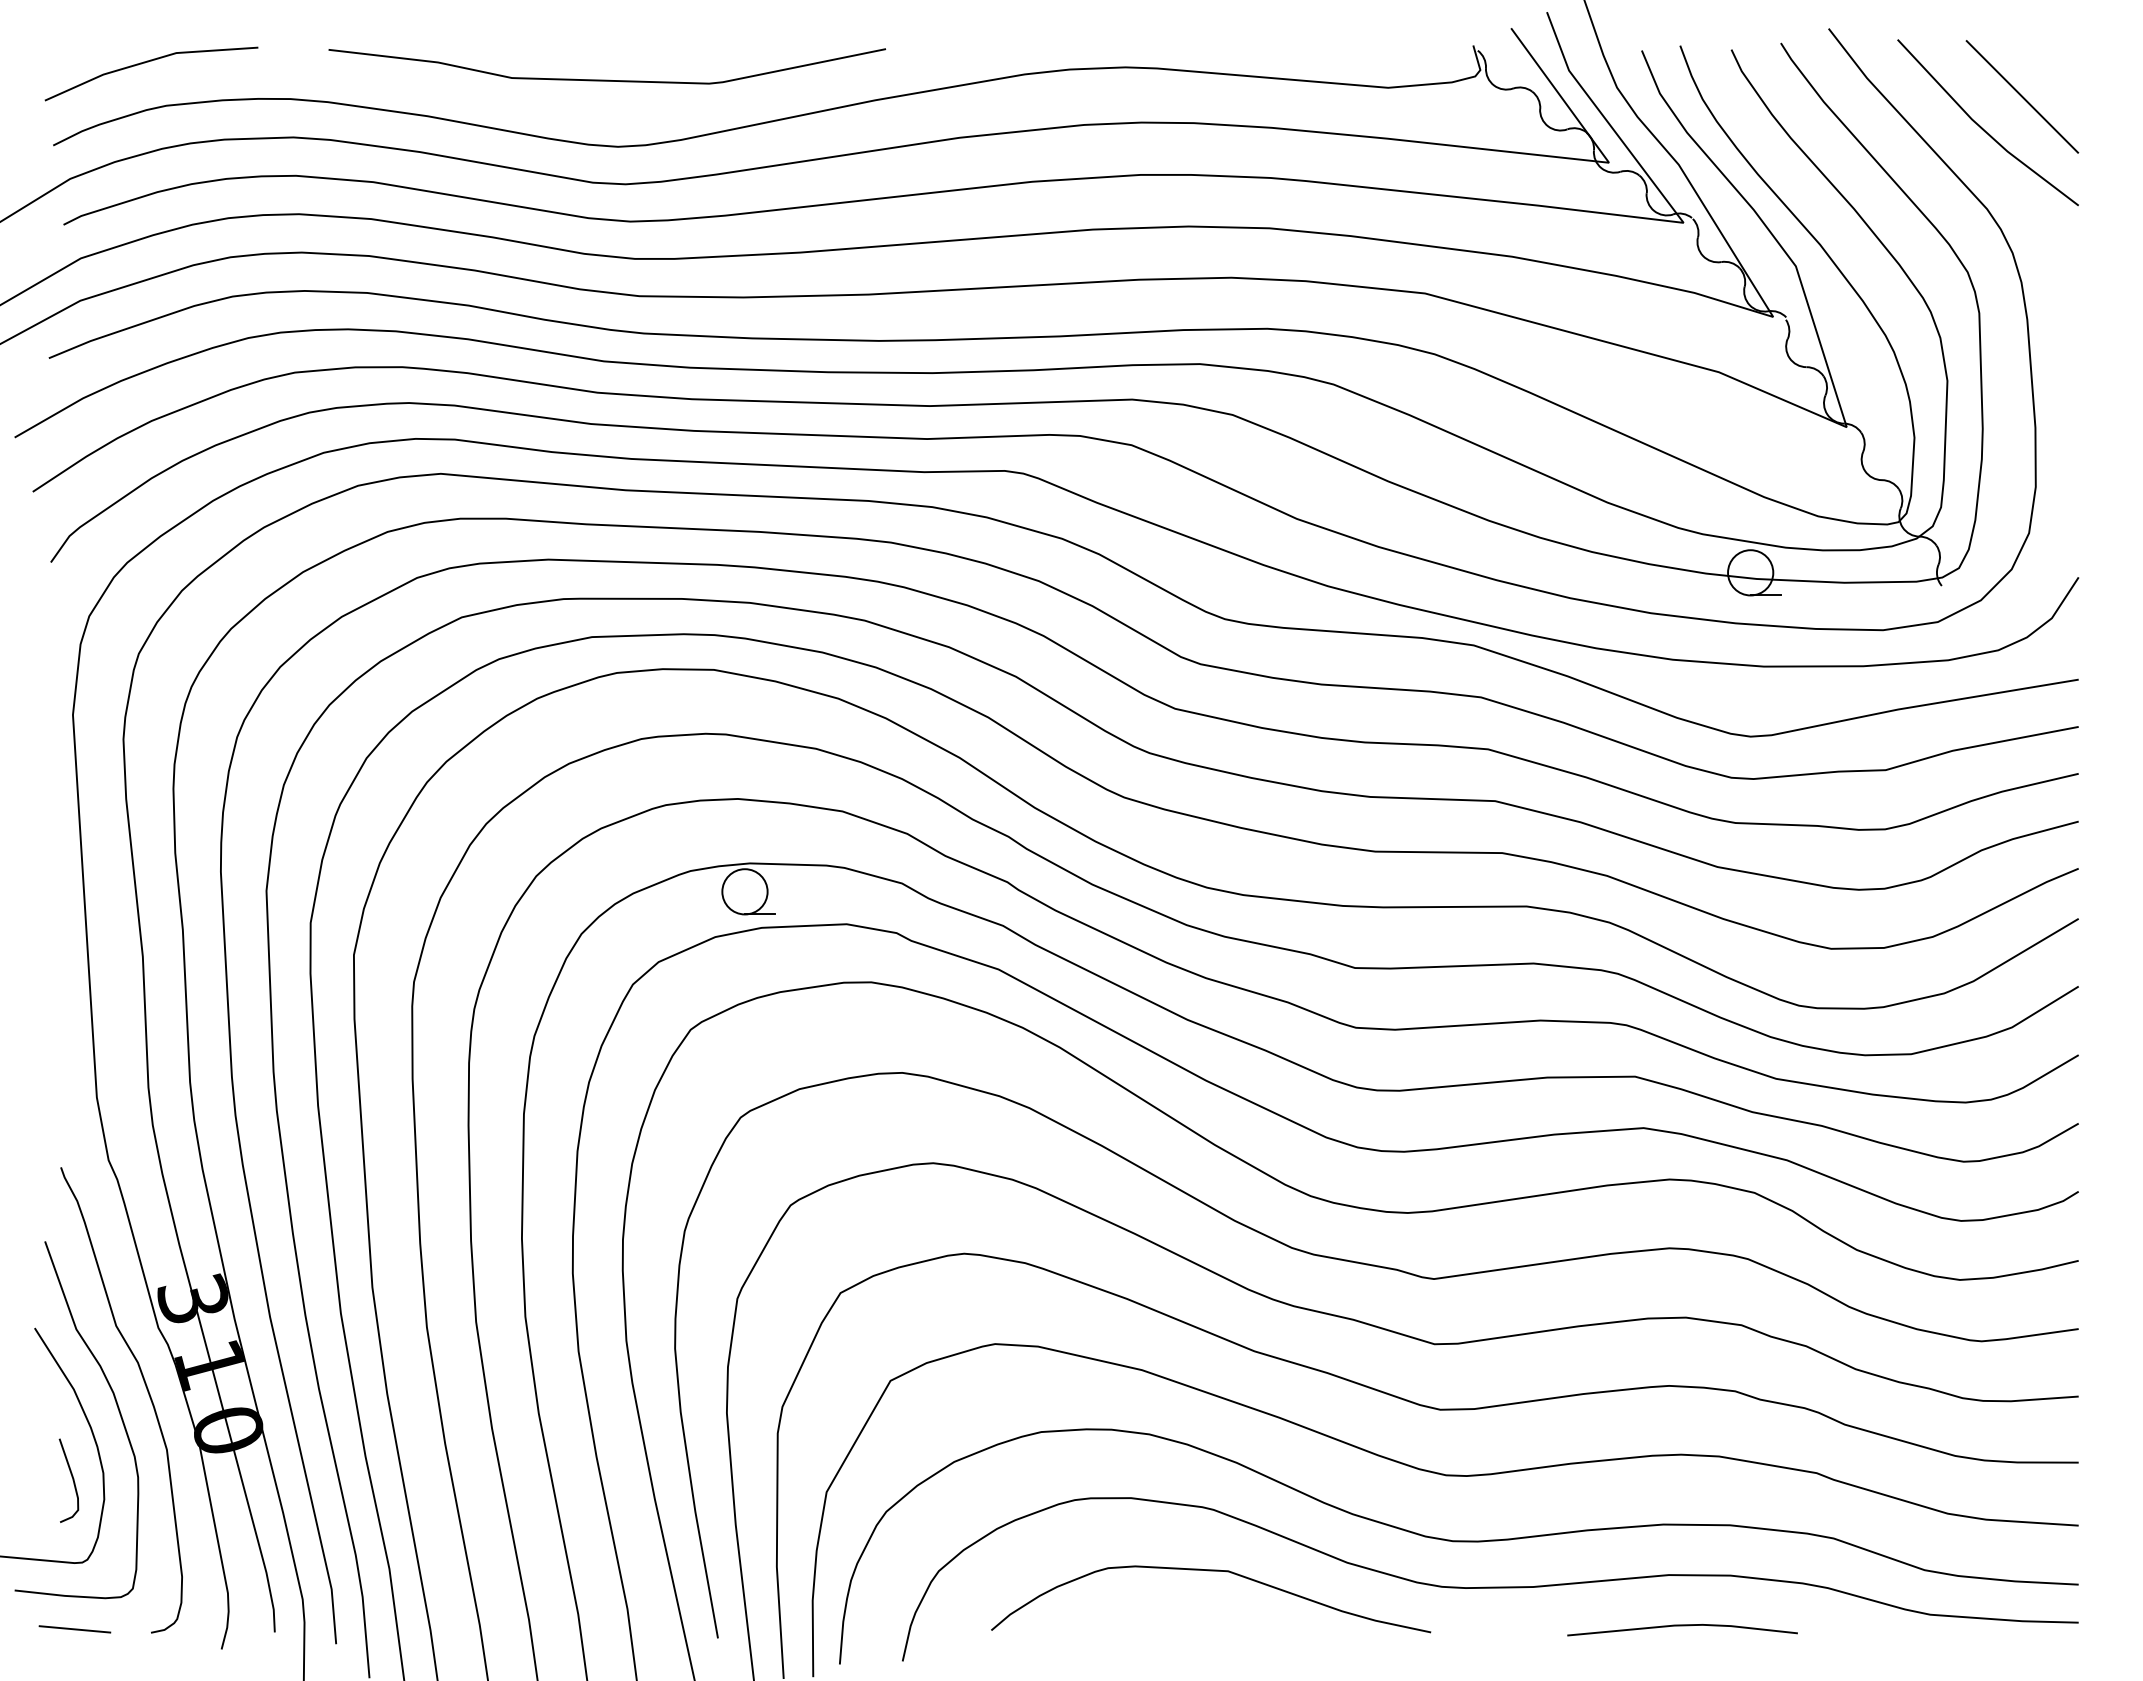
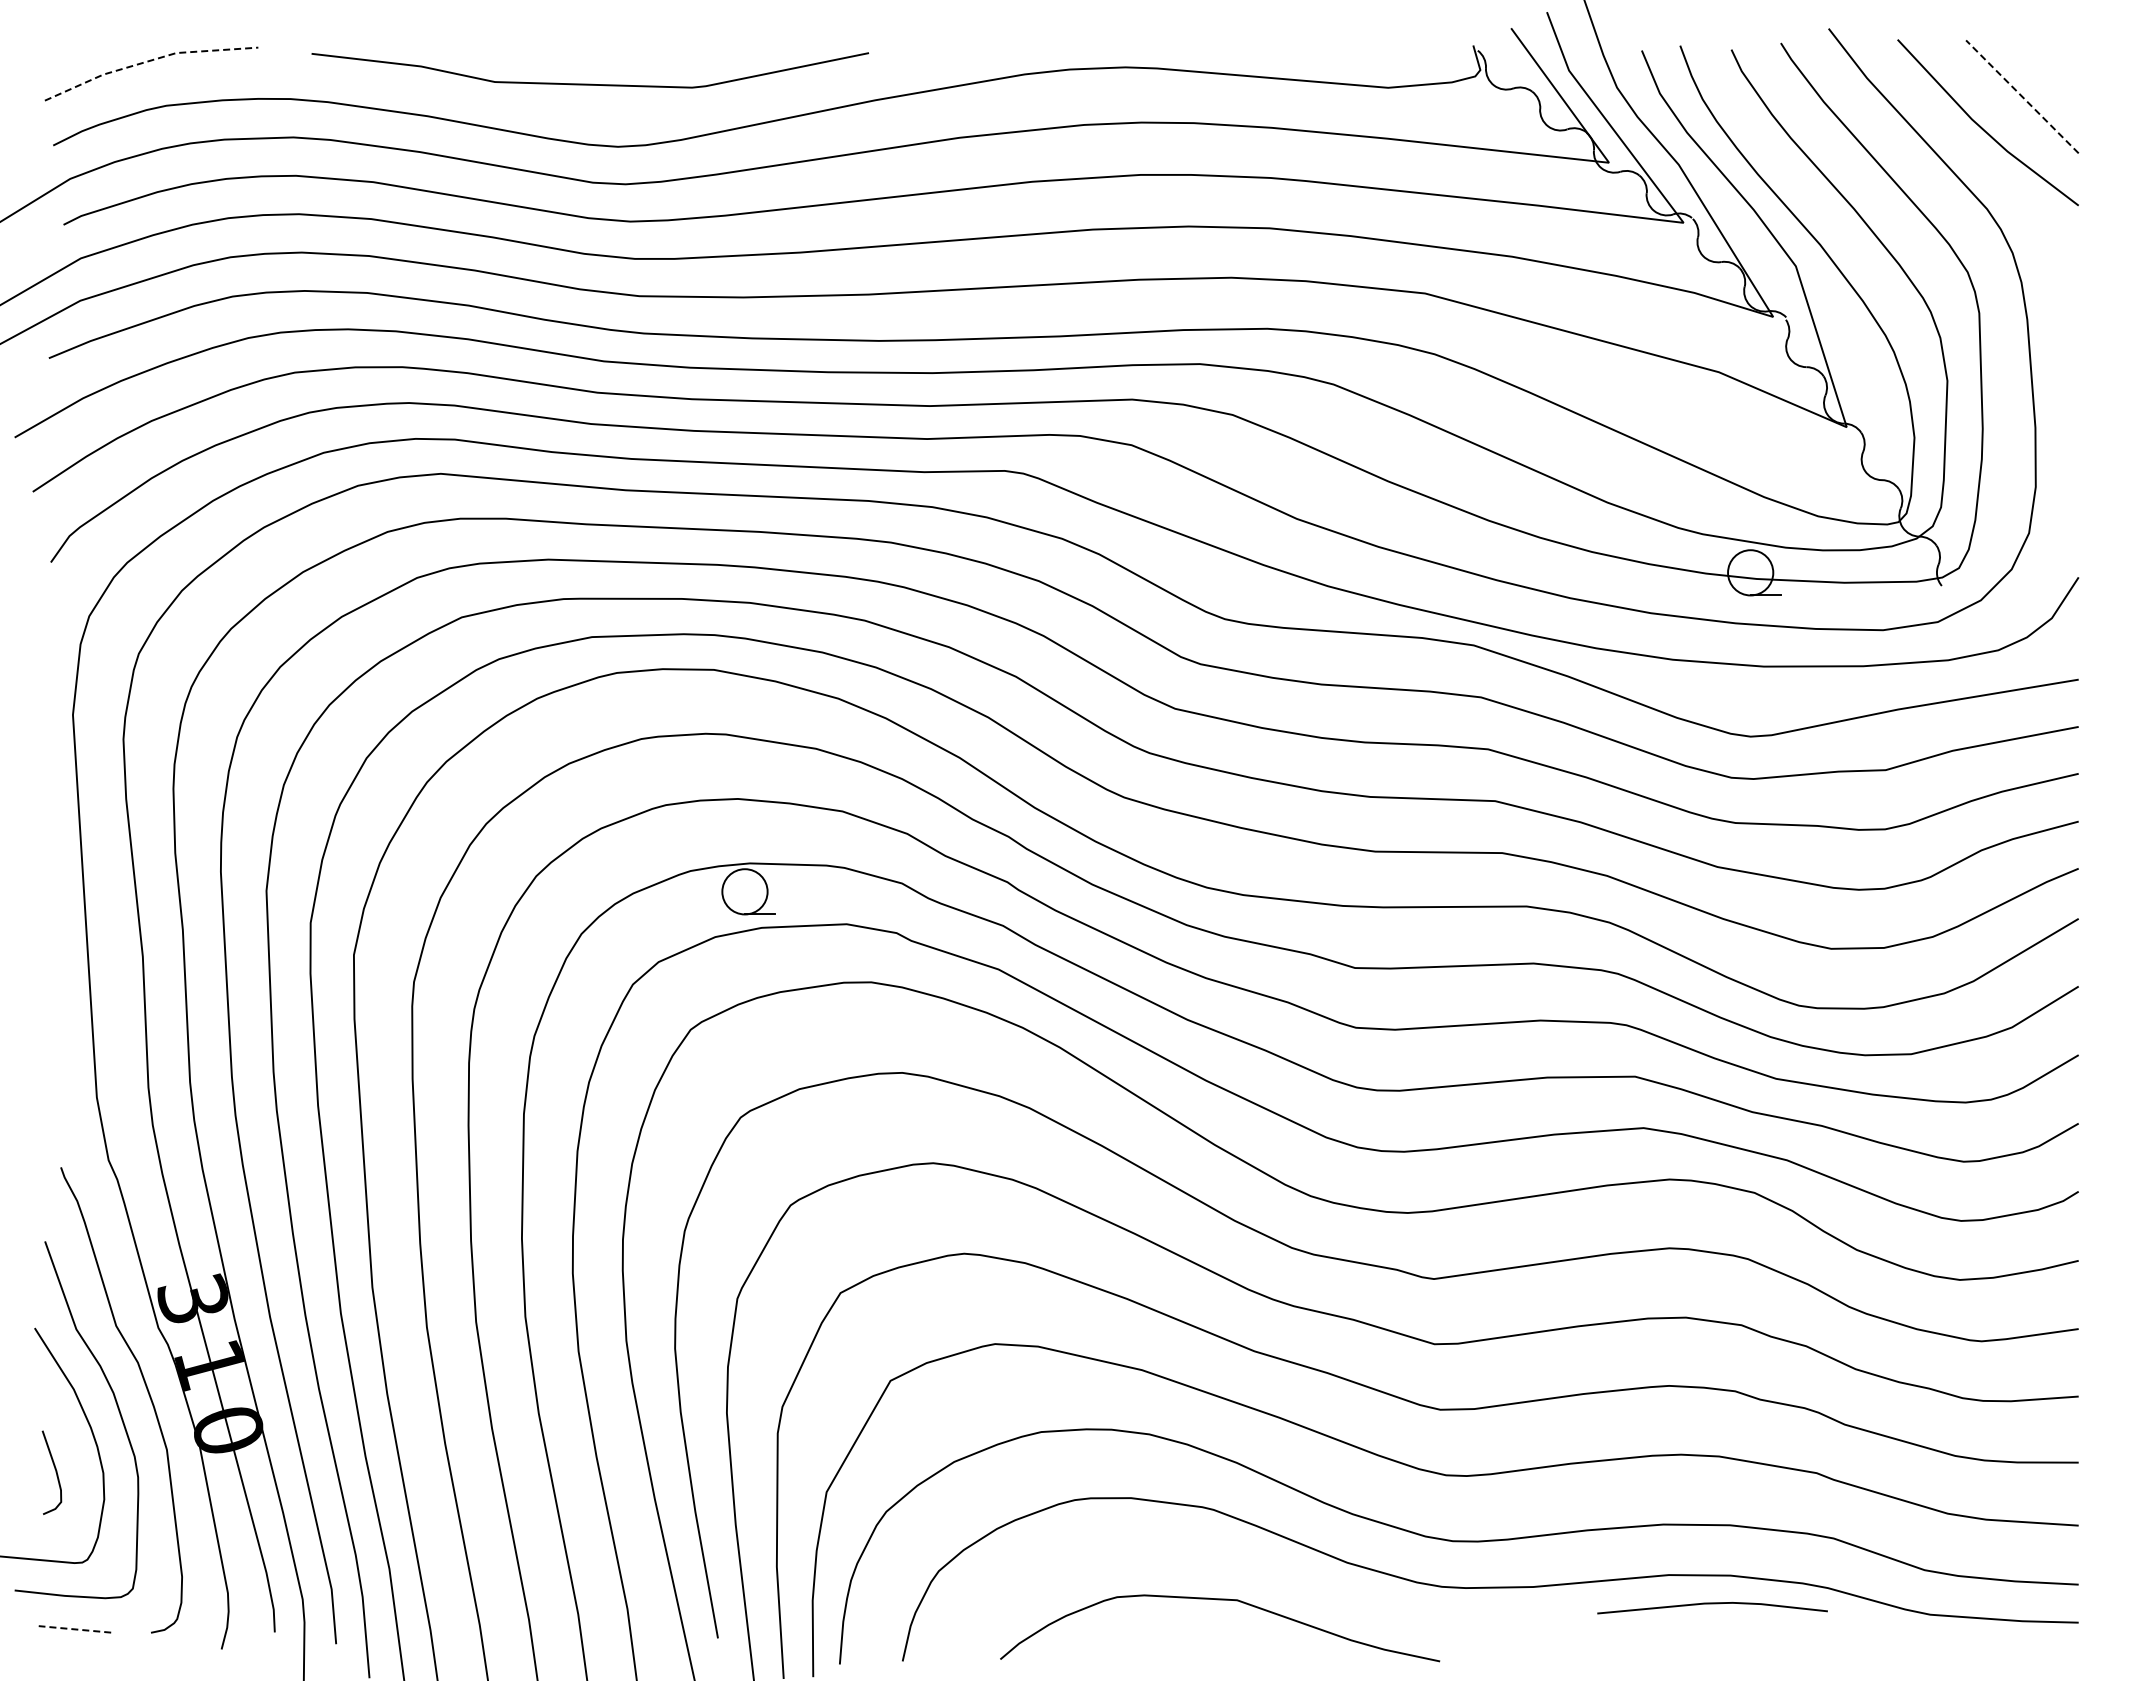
line at (148, 61): solid -> dashed
curve at (606, 79) position: (606, 79) -> (589, 83)
line at (2022, 96): solid -> dashed
curve at (72, 1480) position: (72, 1480) -> (55, 1472)
curve at (1211, 1571) position: (1211, 1571) -> (1220, 1600)
line at (1682, 1626) position: (1682, 1626) -> (1712, 1604)
line at (74, 1629): solid -> dashed
